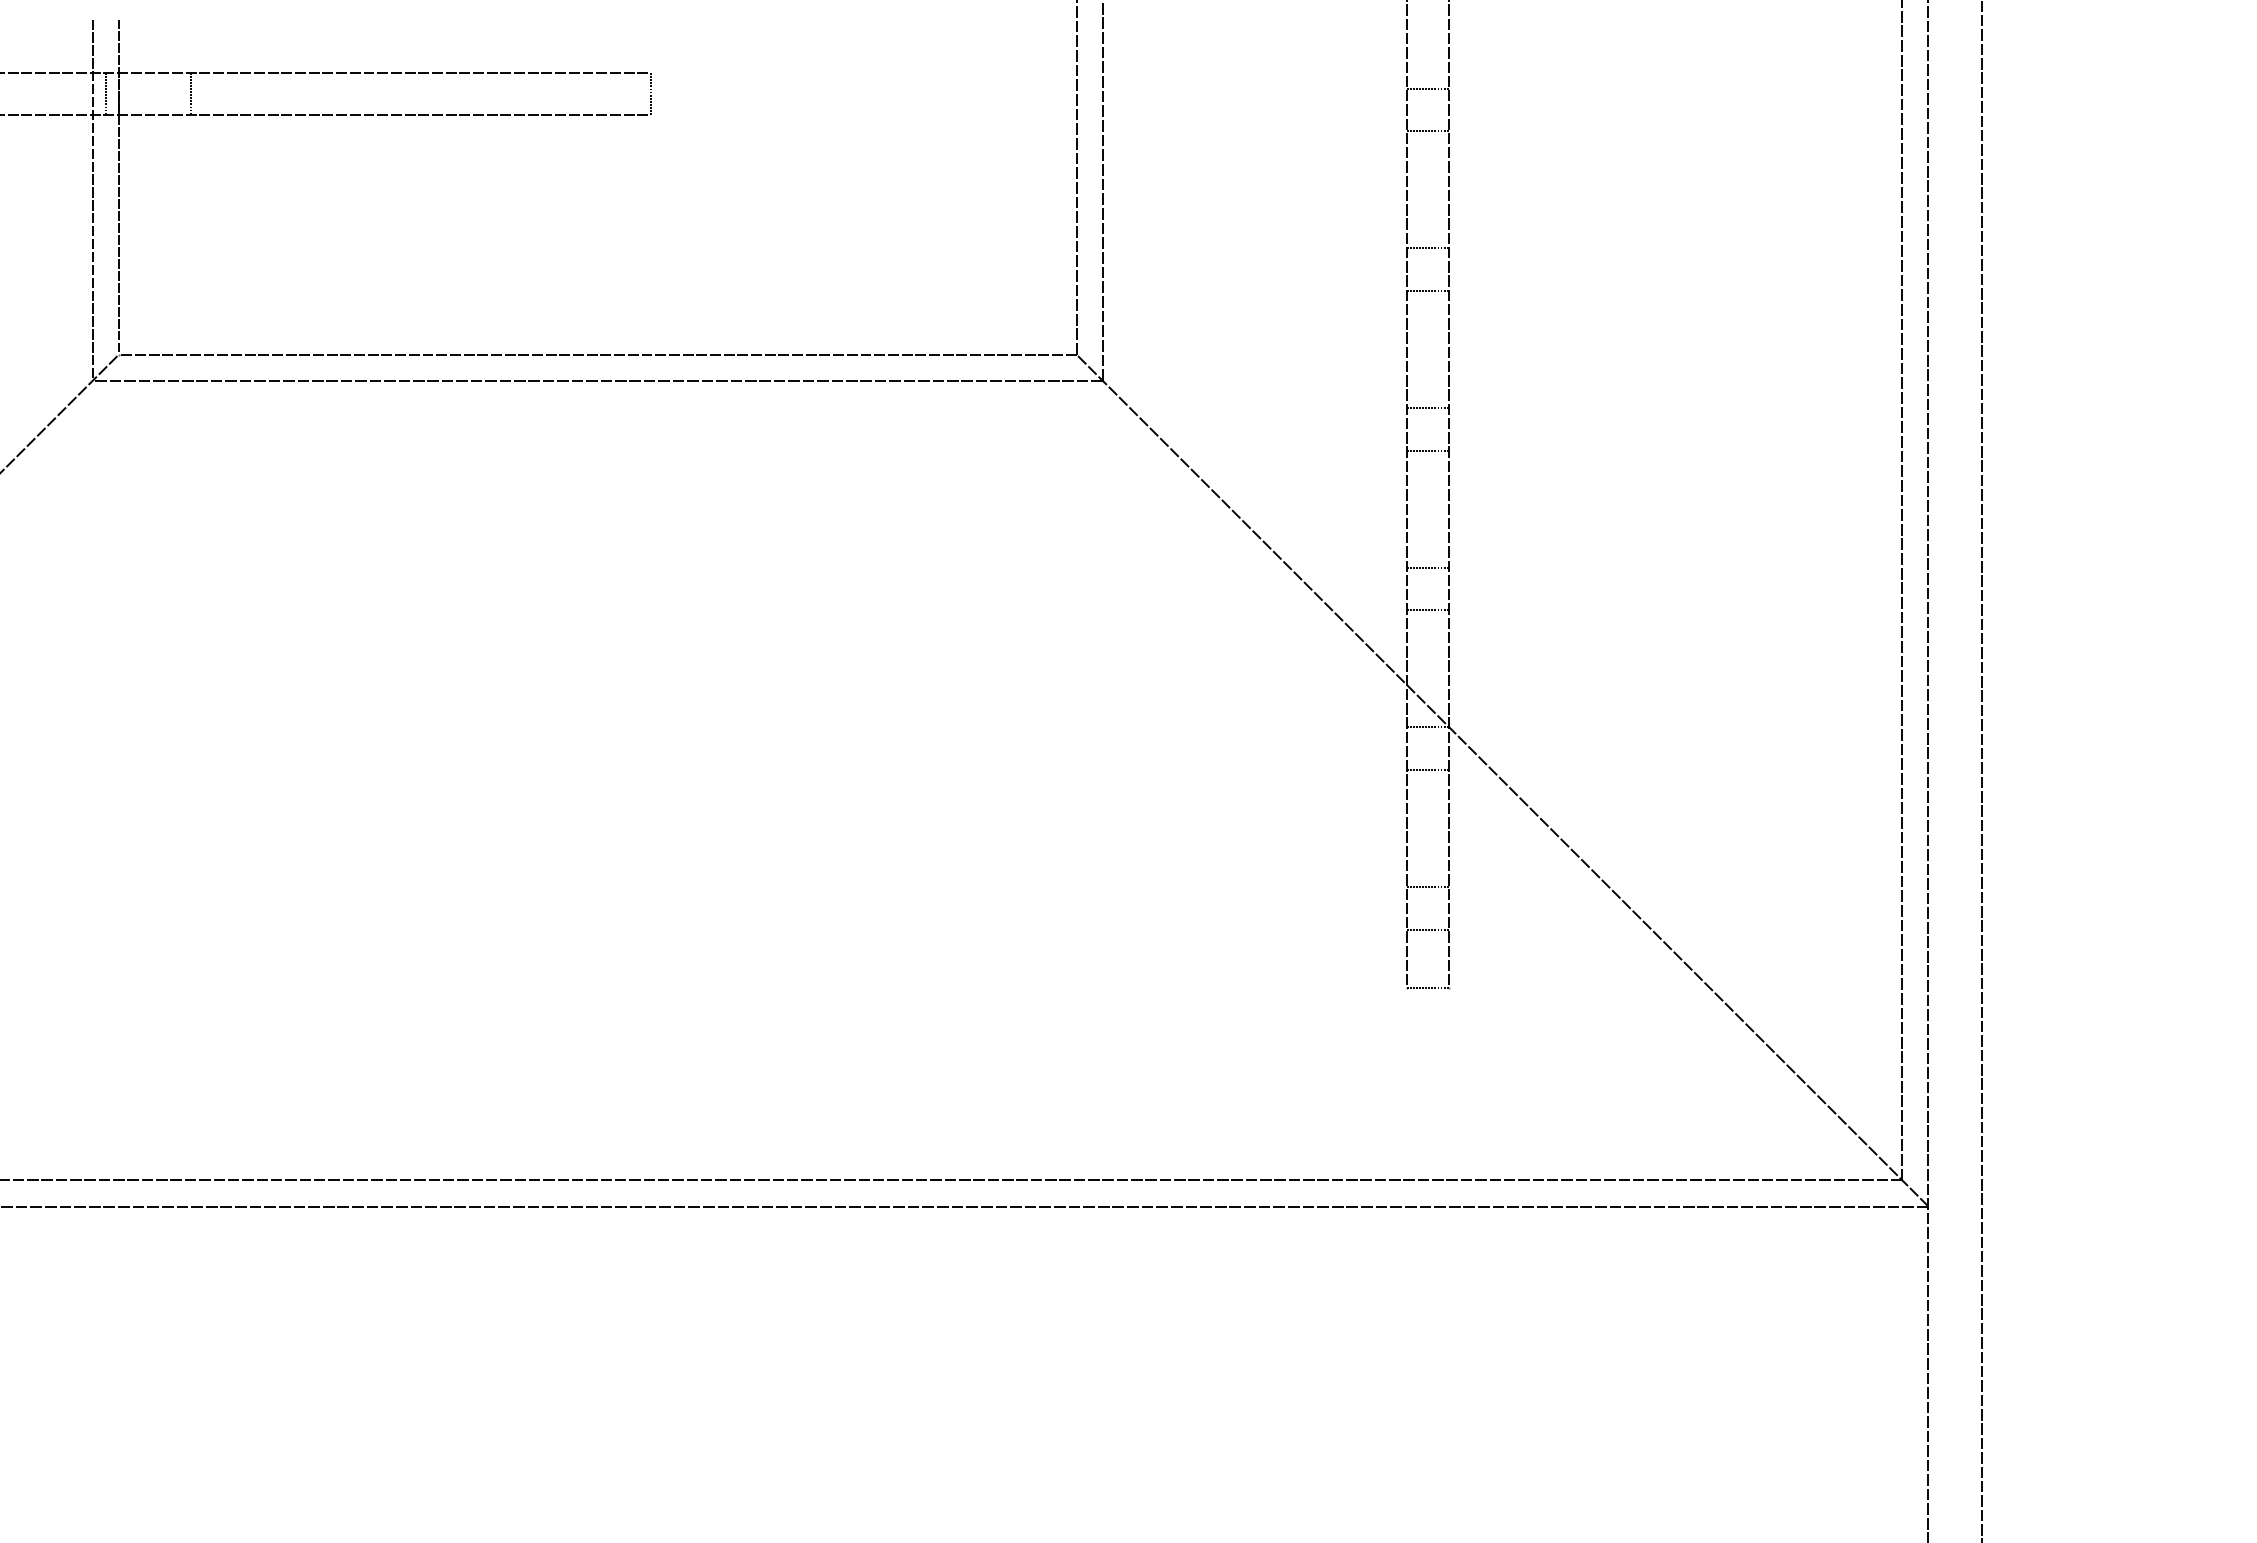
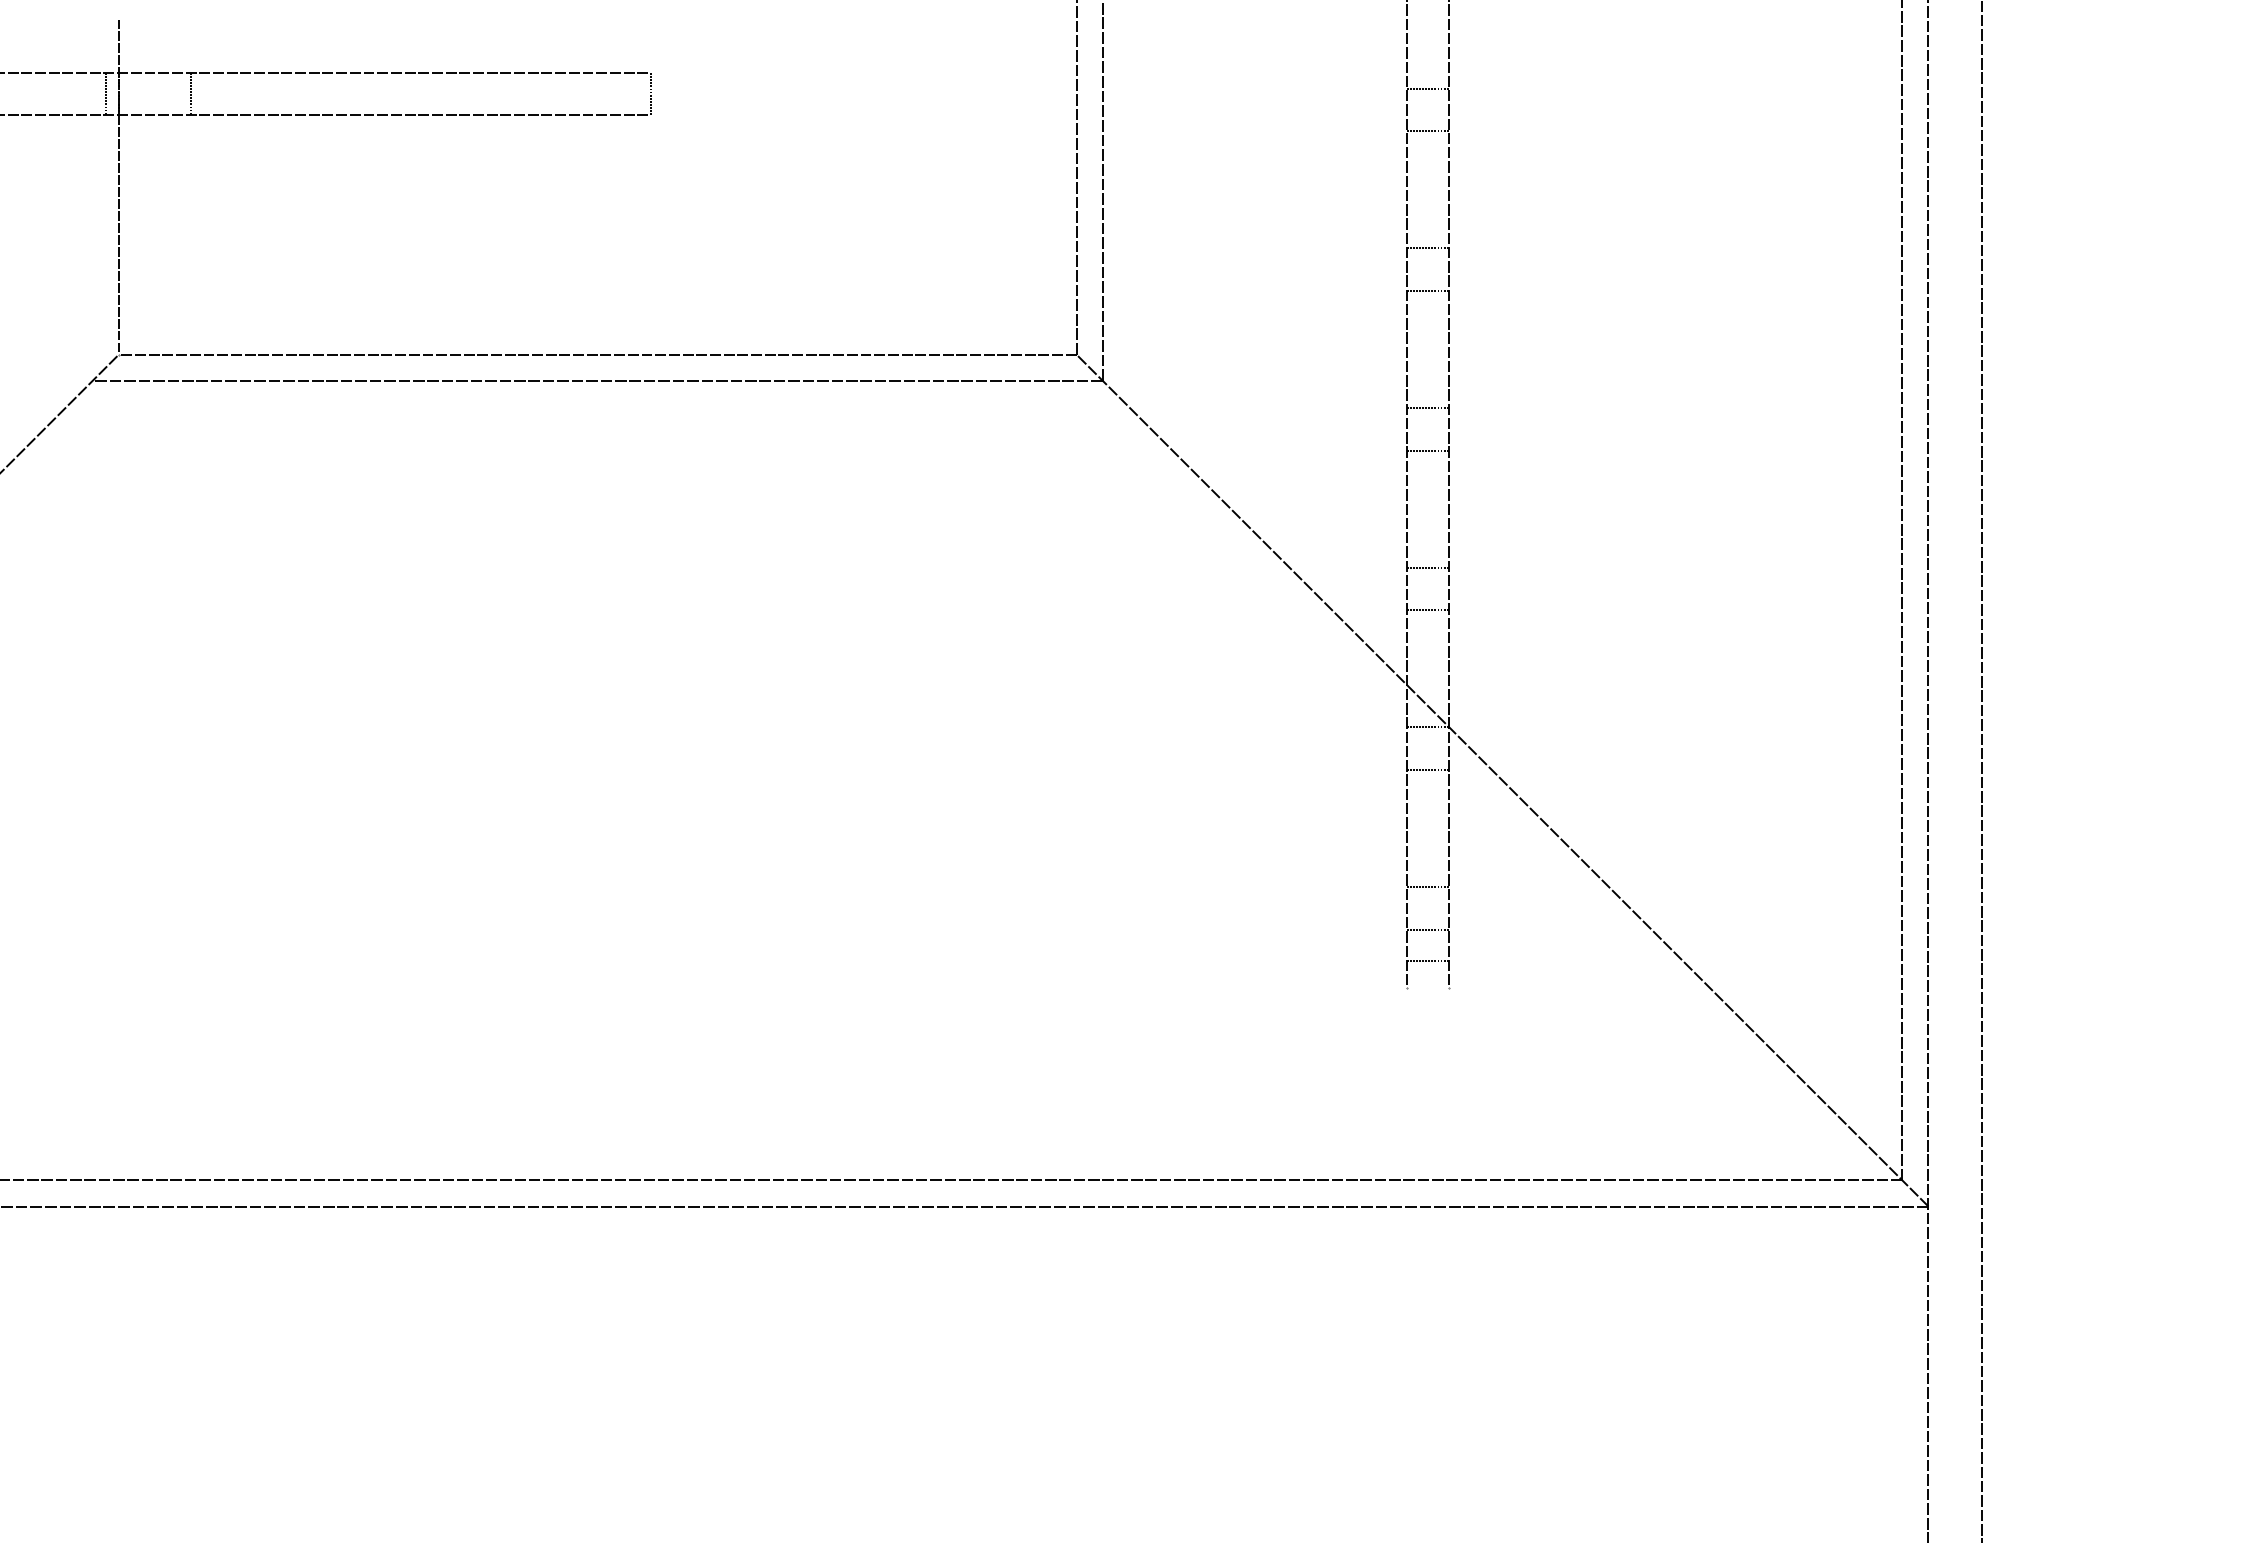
line at (92, 199): present -> none
line at (1427, 988) position: (1427, 988) -> (1427, 961)
